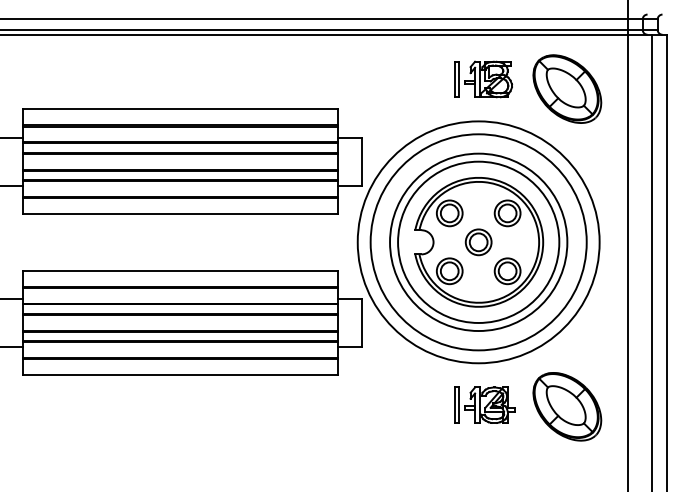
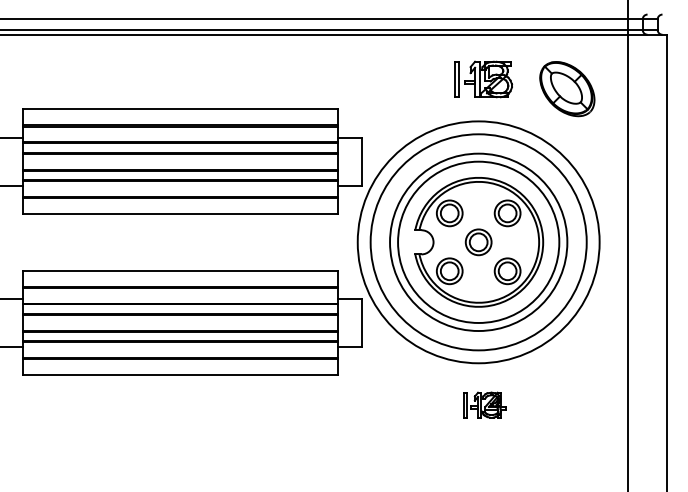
part at (567, 88) size: 71x70 px -> 57x57 px
line at (652, 261): present -> none
part at (484, 404) size: 62x38 px -> 44x28 px
part at (567, 406): present -> none
